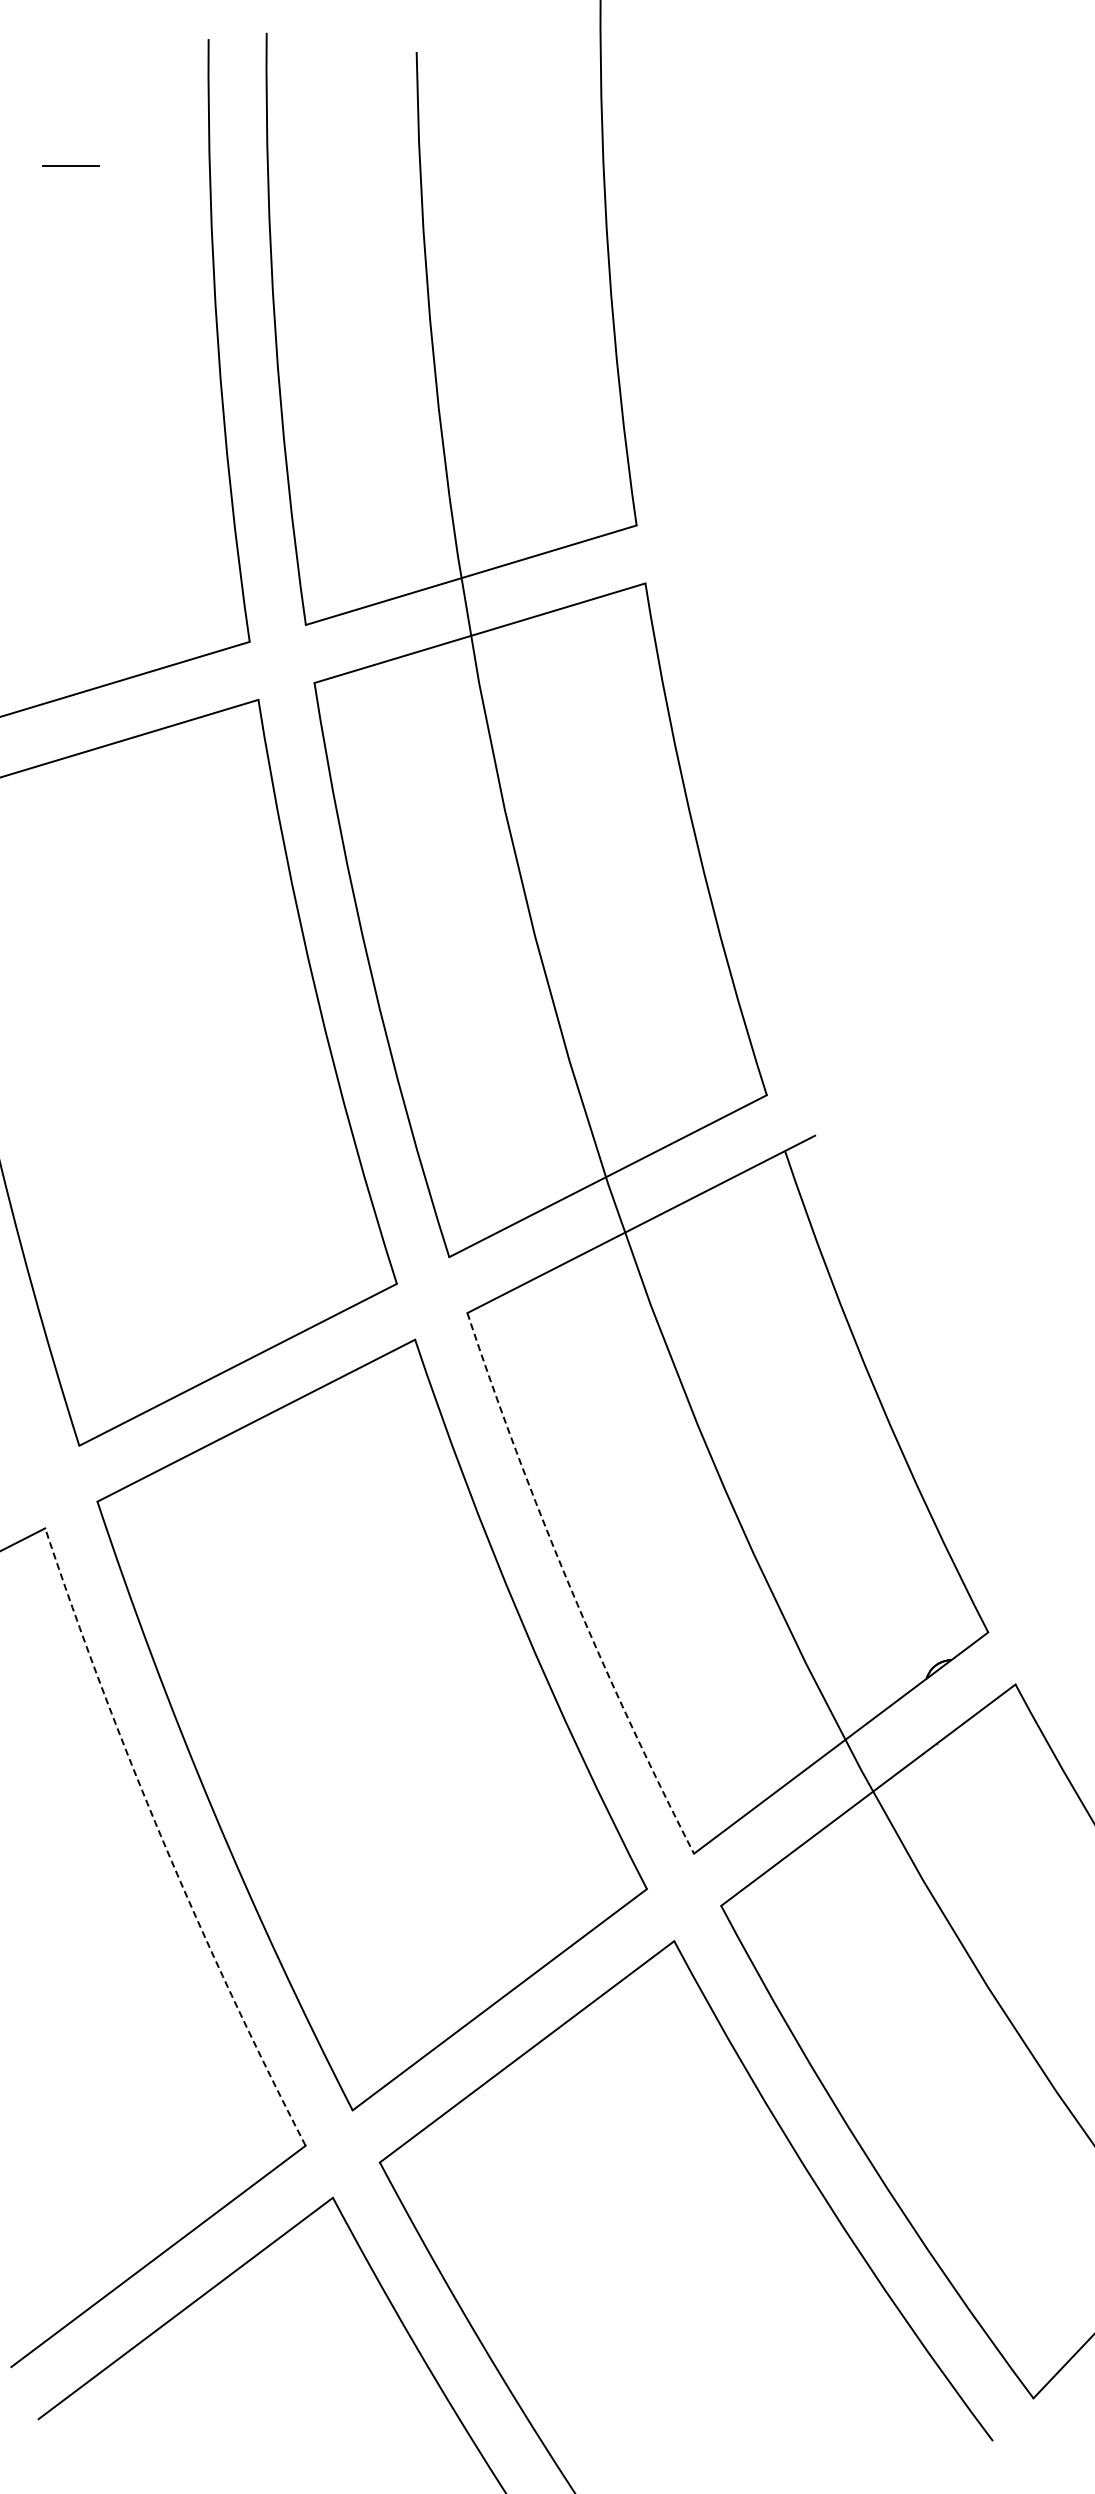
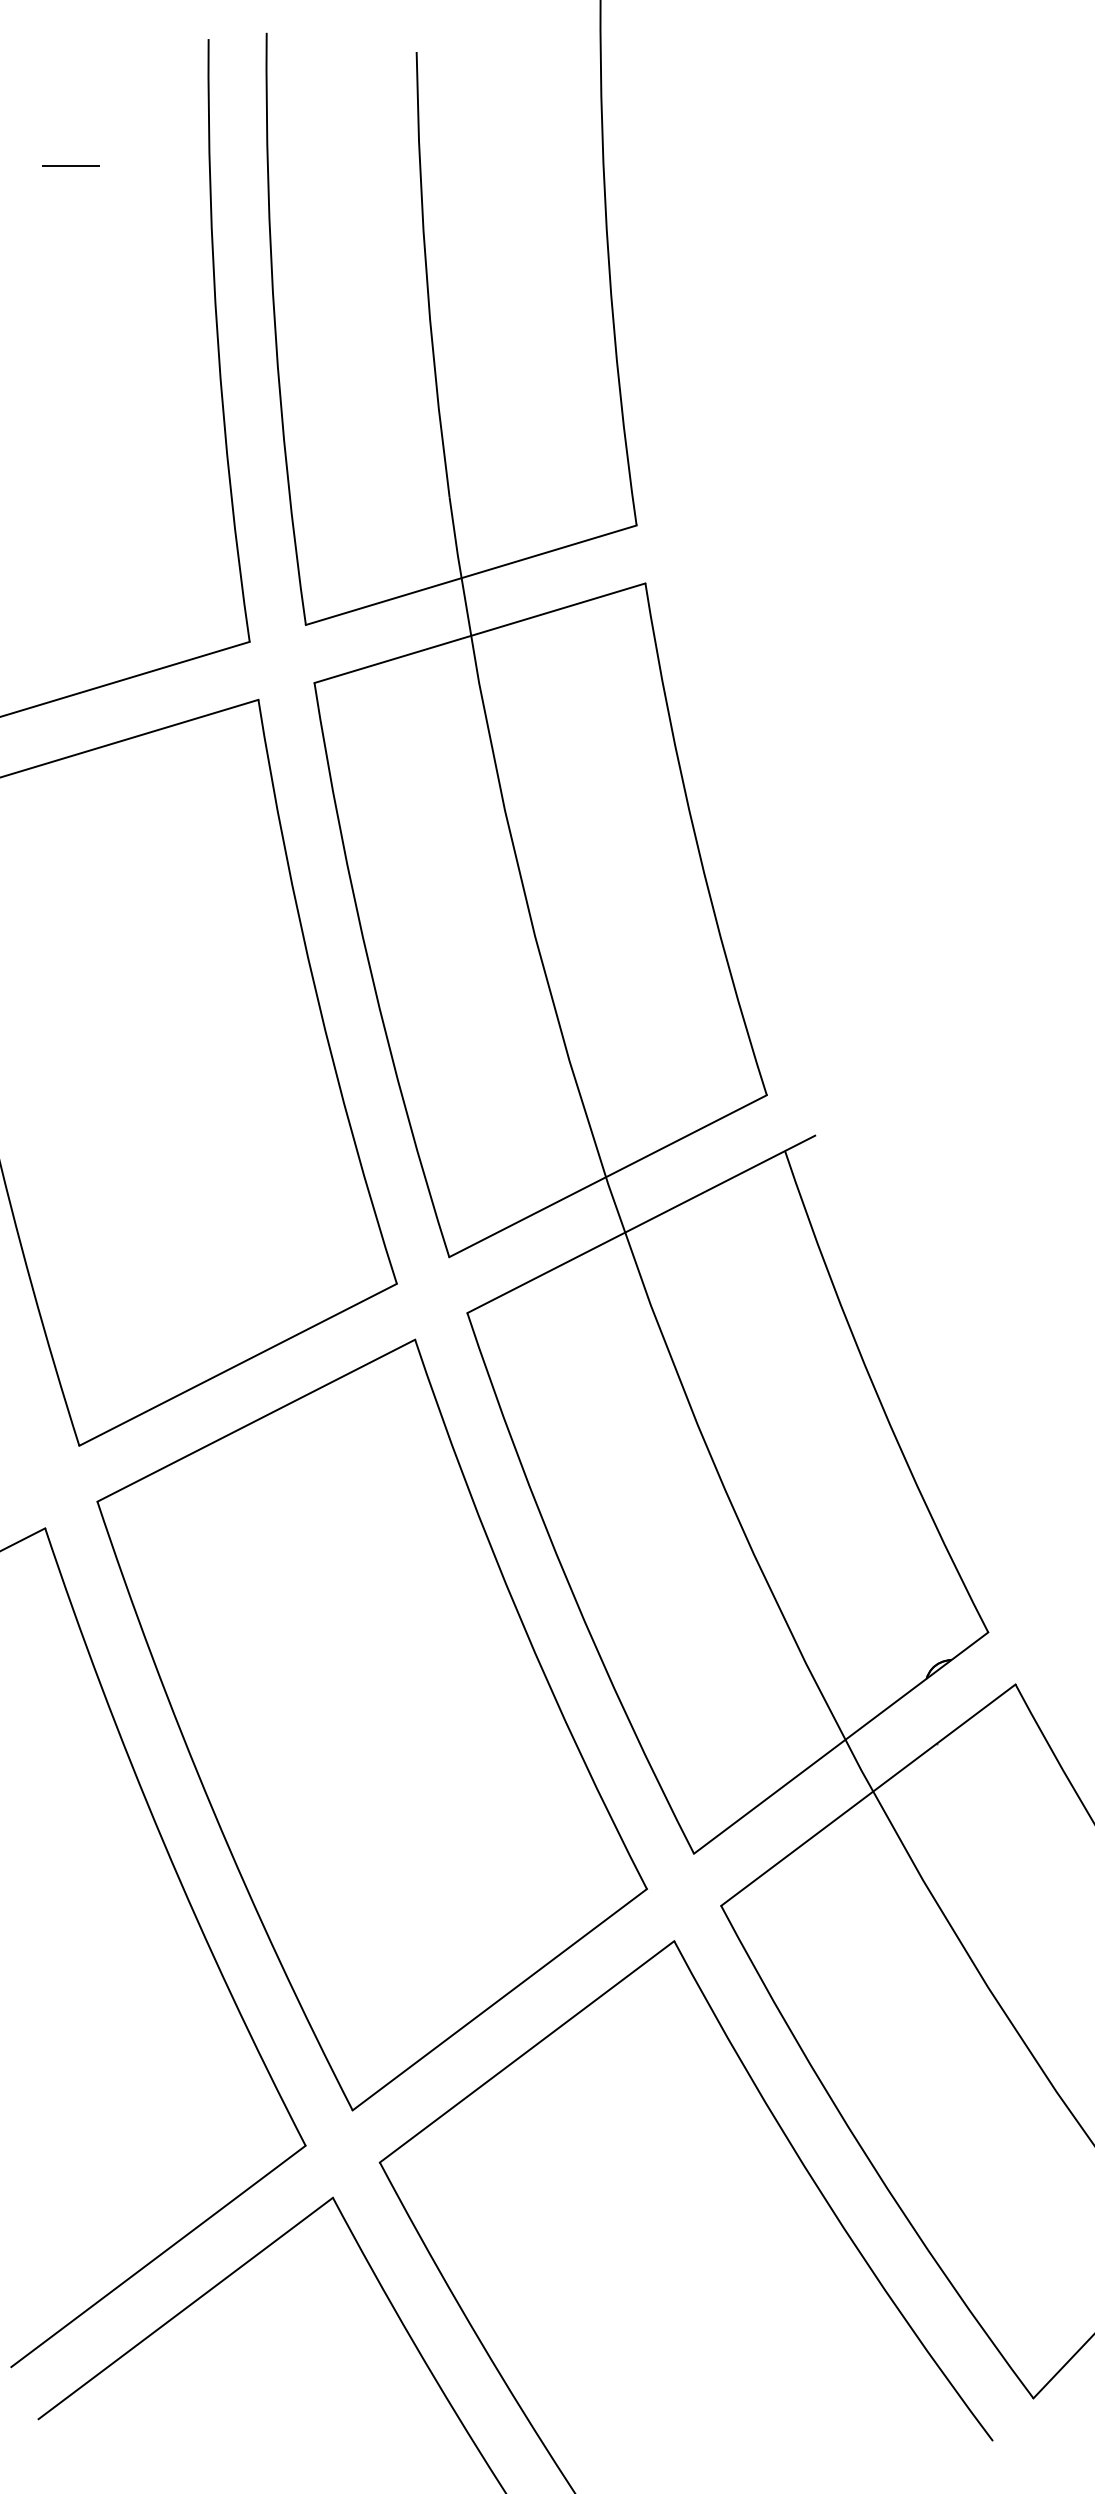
arc at (570, 1587): dashed -> solid
arc at (163, 1842): dashed -> solid
